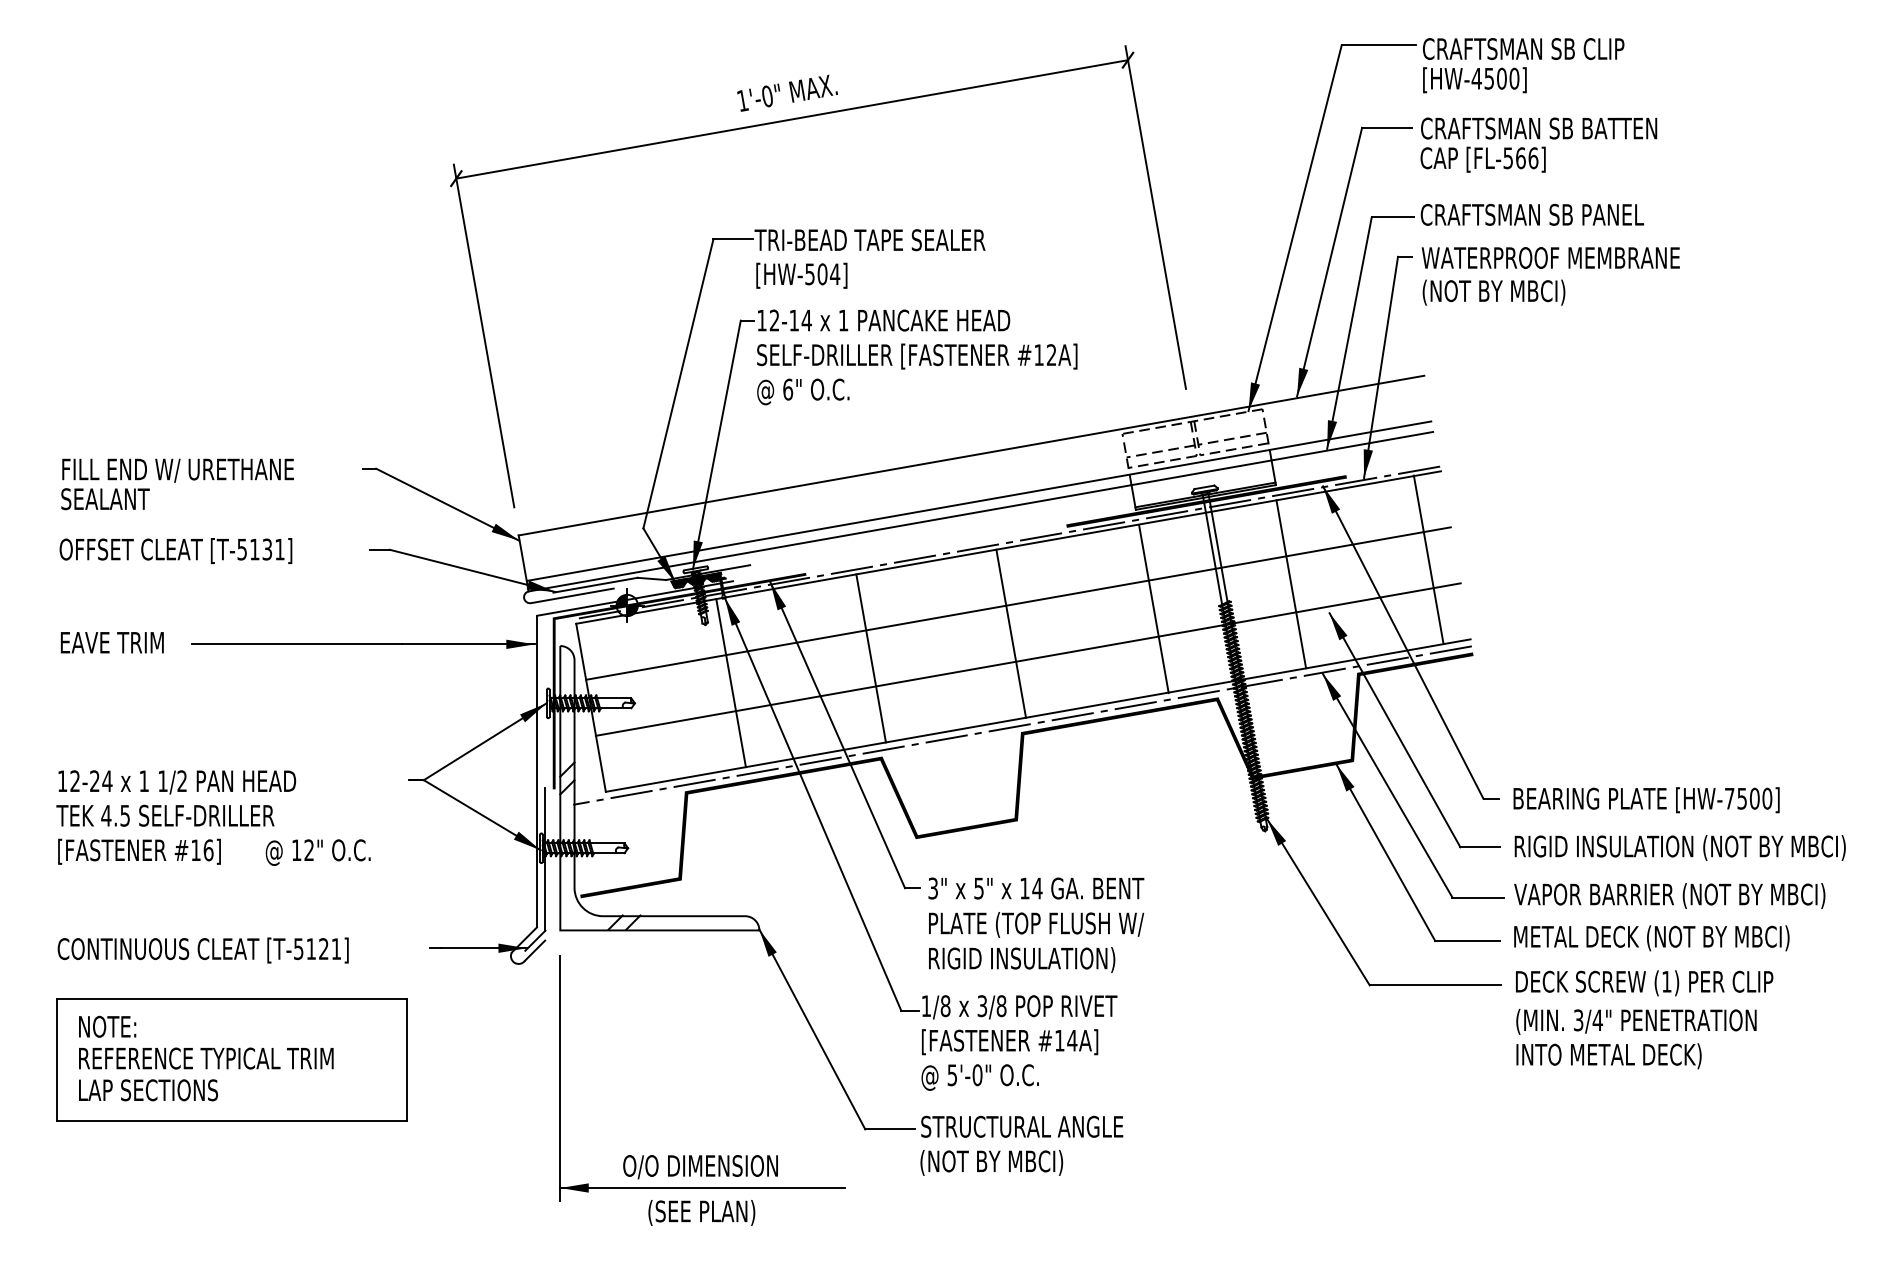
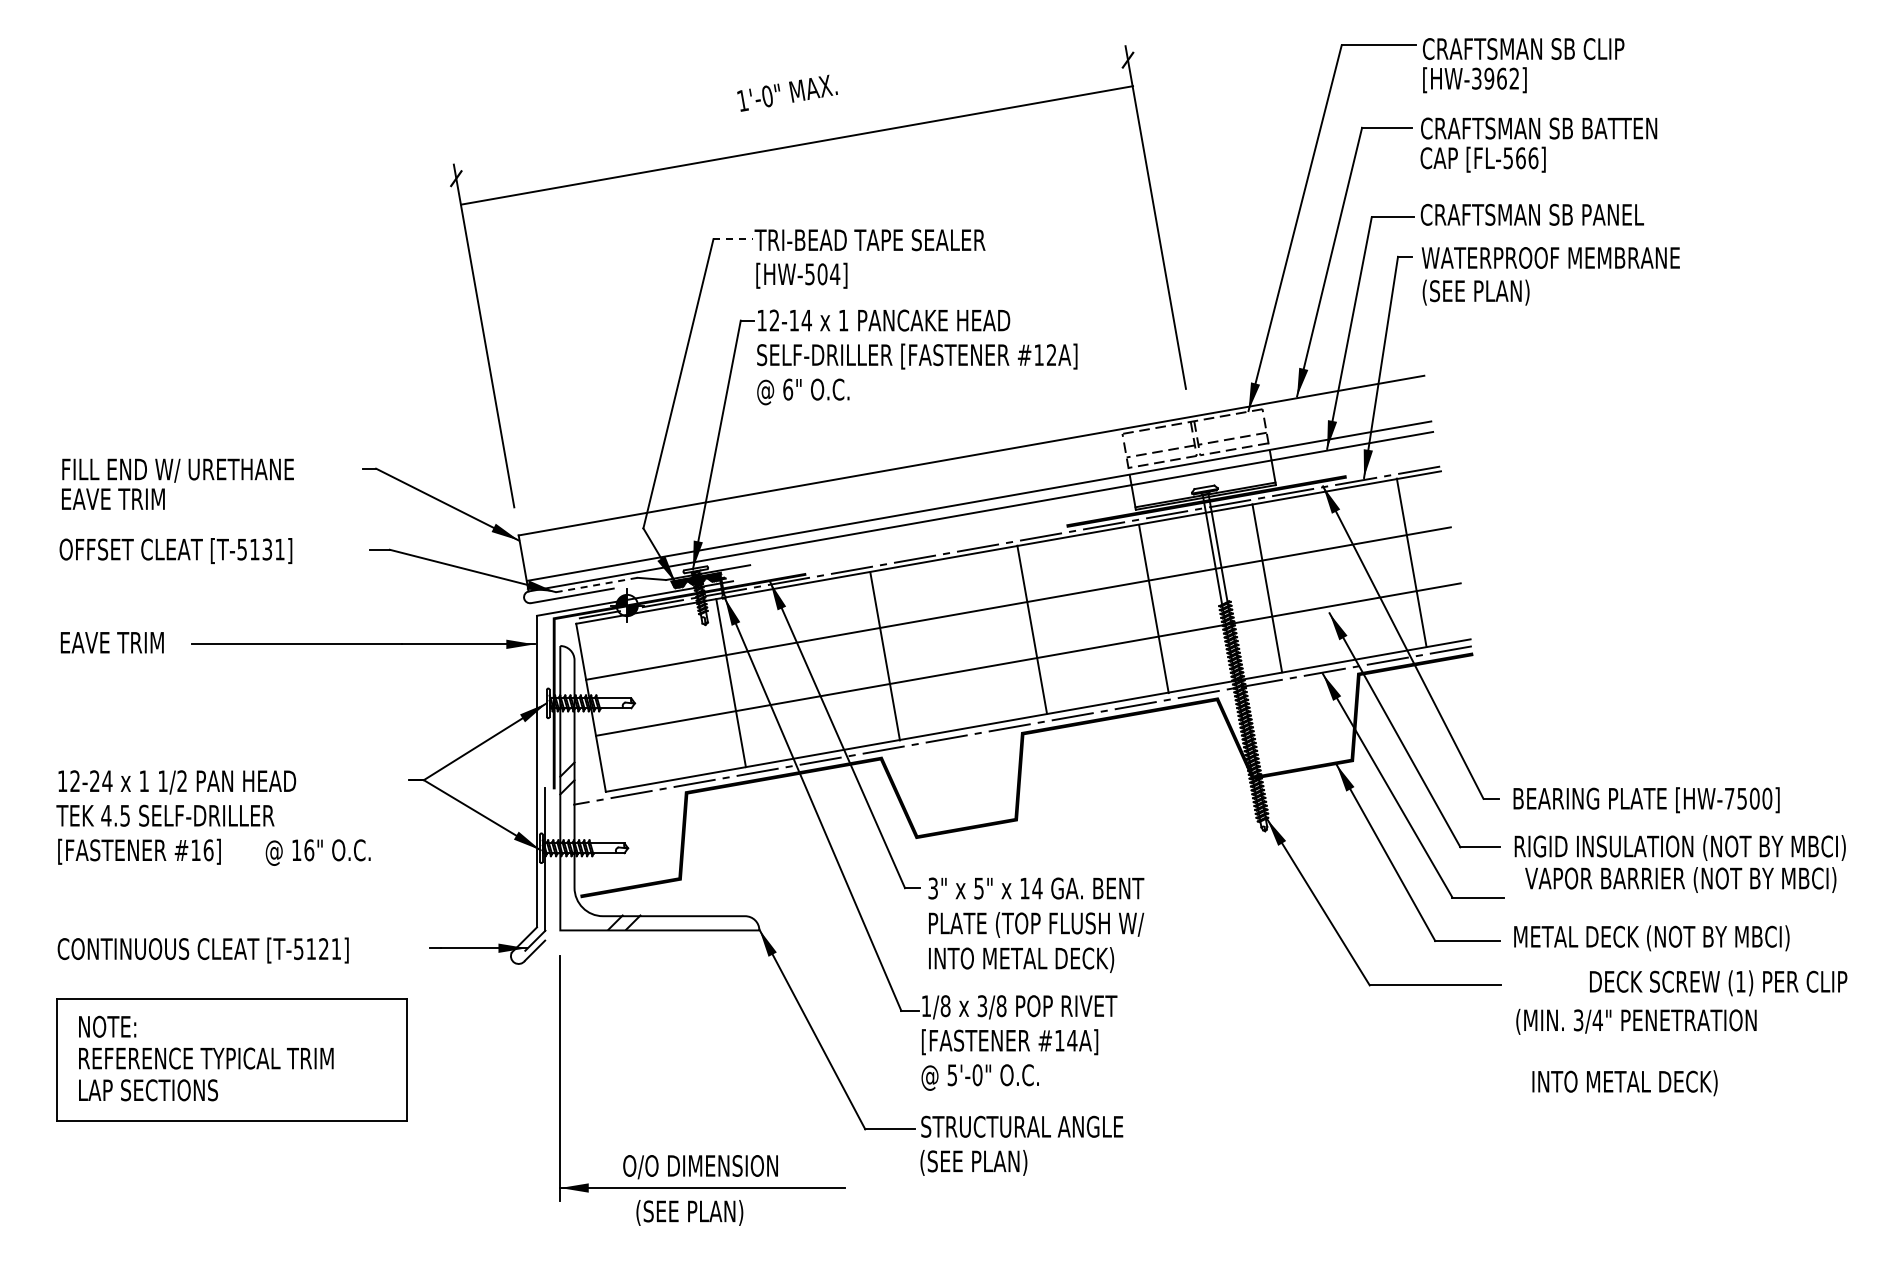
text at (1495, 78): [HW-4500] -> [HW-3962]
line at (792, 119) position: (792, 119) -> (797, 145)
line at (733, 239): solid -> dashed
text at (1497, 292): (NOT BY MBCI) -> (SEE PLAN)
text at (112, 499): SEALANT -> EAVE TRIM
line at (1428, 559) position: (1428, 559) -> (1411, 562)
line at (1291, 584) position: (1291, 584) -> (1267, 588)
line at (595, 585): solid -> dashed
line at (1011, 633) position: (1011, 633) -> (1032, 629)
line at (870, 658) position: (870, 658) -> (884, 656)
text at (309, 850): 12" -> 16"
text at (1669, 895) position: (1669, 895) -> (1680, 879)
text at (1022, 959): RIGID INSULATION) -> INTO METAL DECK)
text at (1644, 983) position: (1644, 983) -> (1718, 983)
text at (1608, 1056) position: (1608, 1056) -> (1624, 1083)
text at (995, 1162): (NOT BY MBCI) -> (SEE PLAN)
text at (701, 1212) position: (701, 1212) -> (689, 1212)
